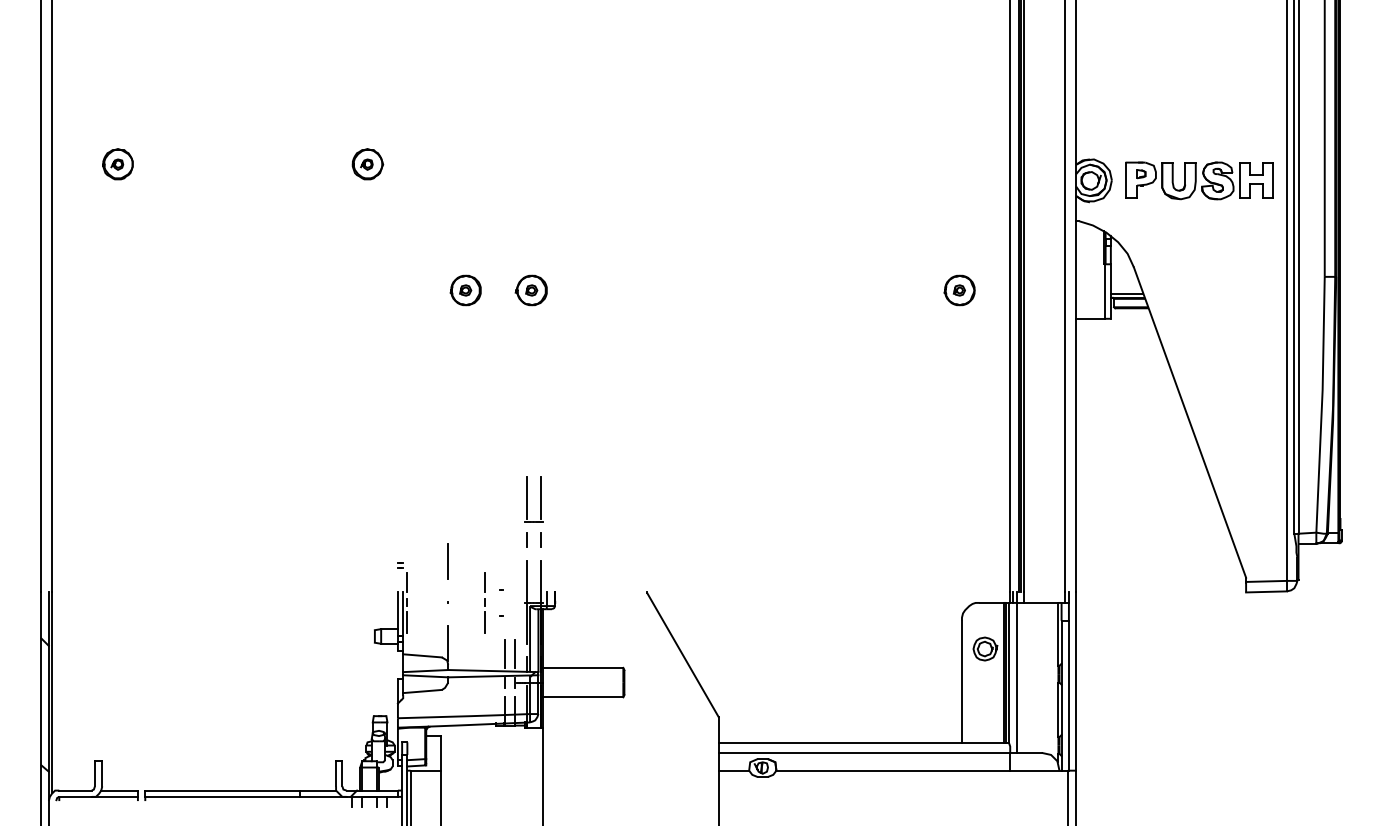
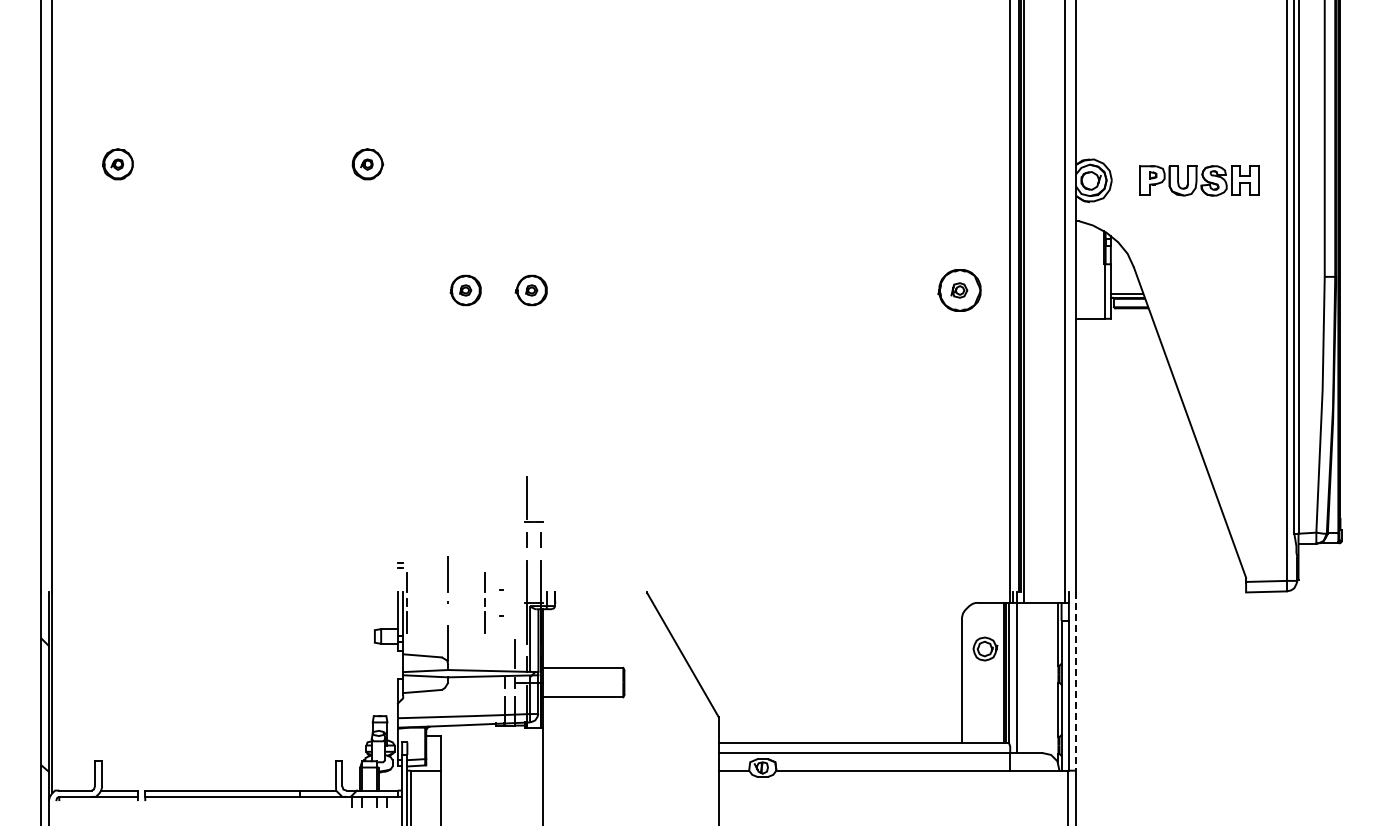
part at (1199, 180) size: 149x40 px -> 121x32 px
part at (959, 290) size: 33x33 px -> 45x43 px
line at (540, 498): present -> none
line at (447, 561) position: (447, 561) -> (447, 574)
line at (504, 653): present -> none
line at (1076, 682): solid -> dashed
